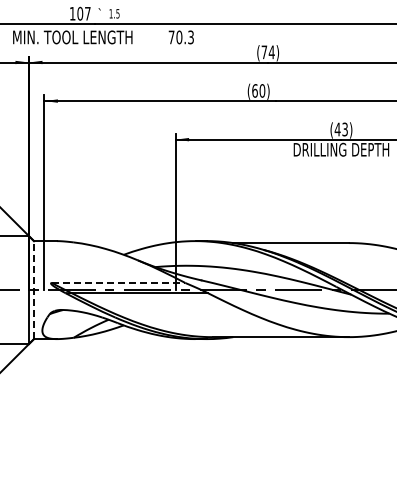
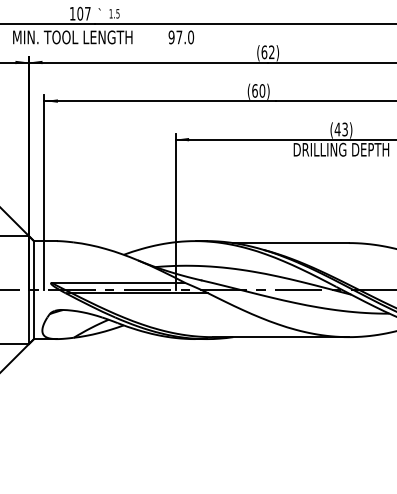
text at (181, 37): 70.3 -> 97.0
text at (267, 52): (74) -> (62)
line at (118, 283): dashed -> solid
line at (34, 290): dashed -> solid
